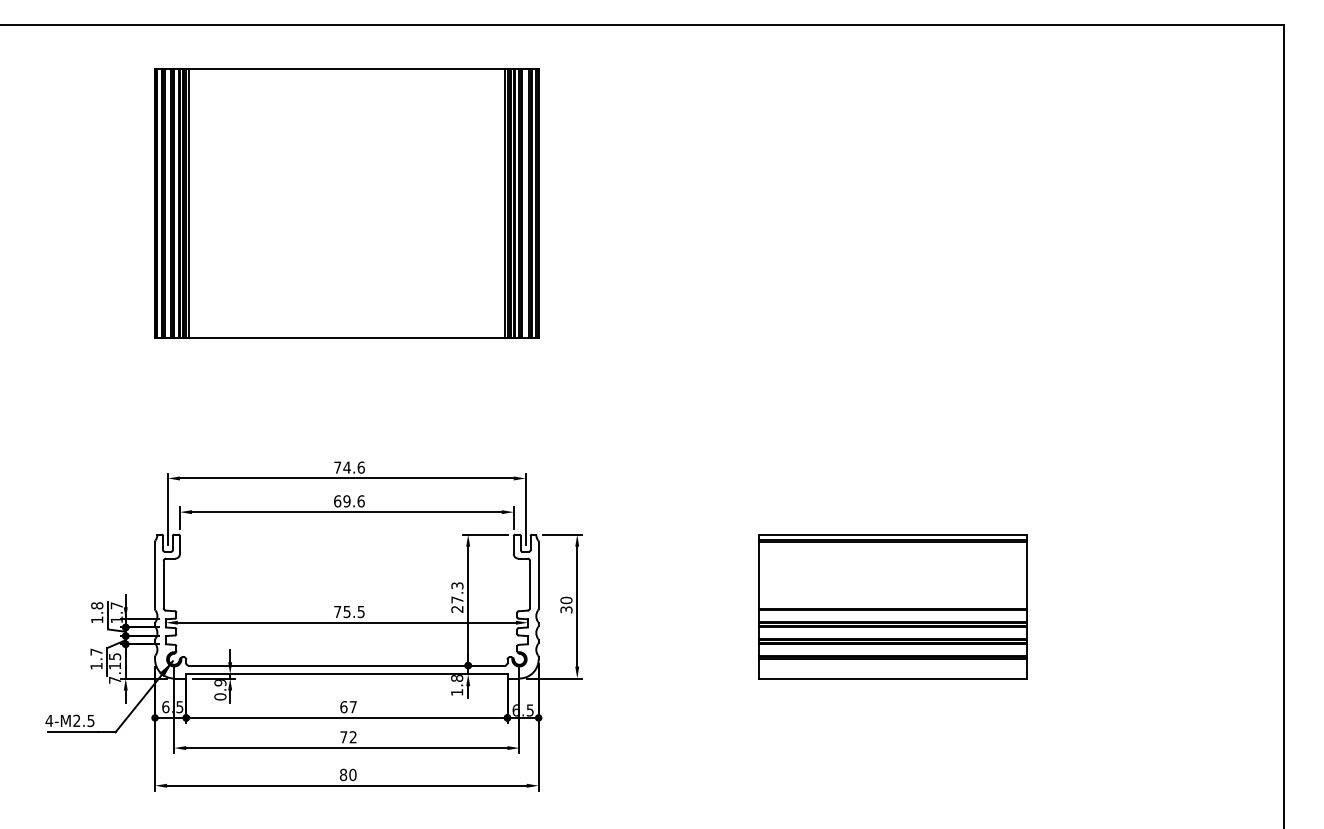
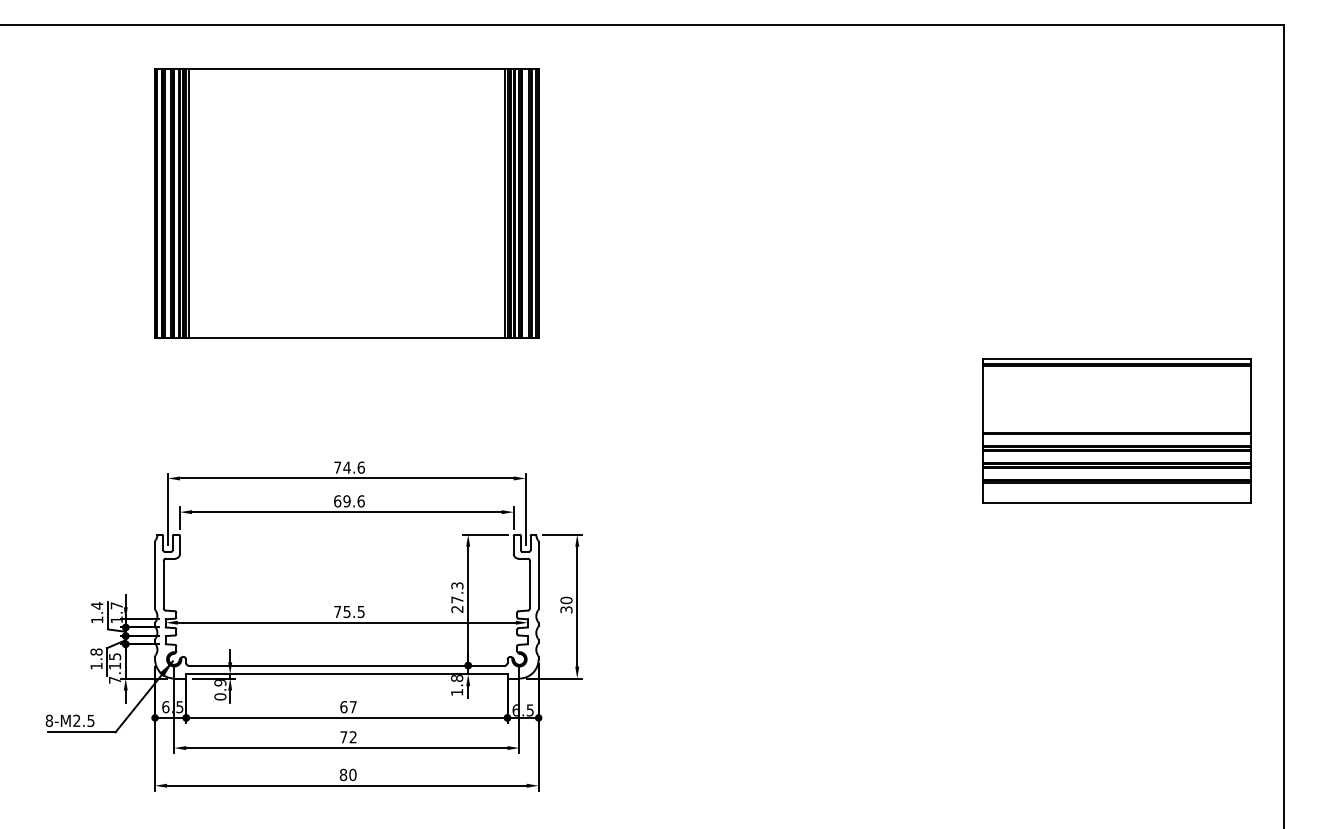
text at (97, 605): 1.8 -> 1.4
part at (892, 606) position: (892, 606) -> (1116, 430)
text at (96, 651): 1.7 -> 1.8
text at (49, 720): 4-M2.5 -> 8-M2.5
